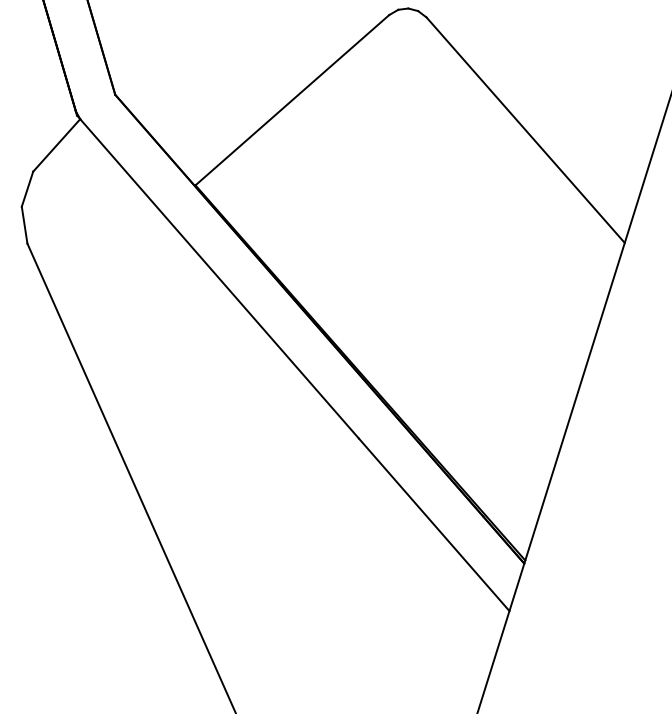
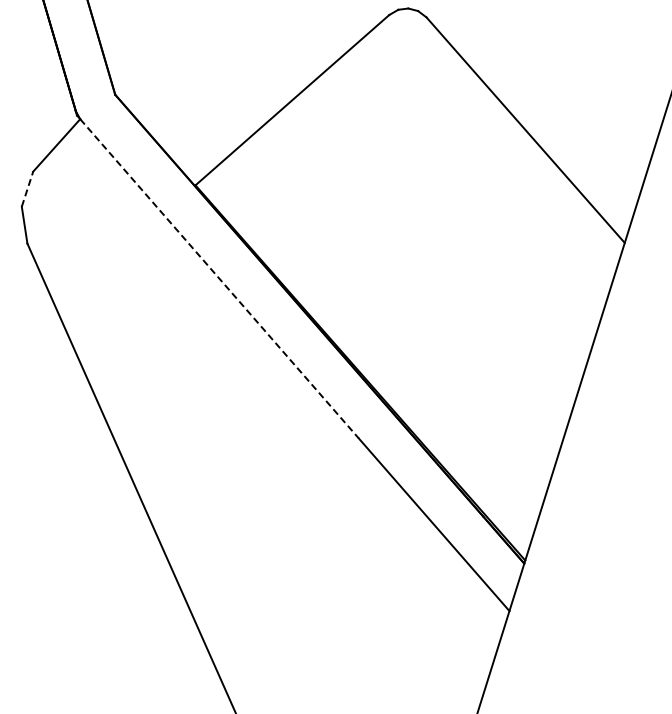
line at (27, 188): solid -> dashed
line at (219, 278): solid -> dashed
